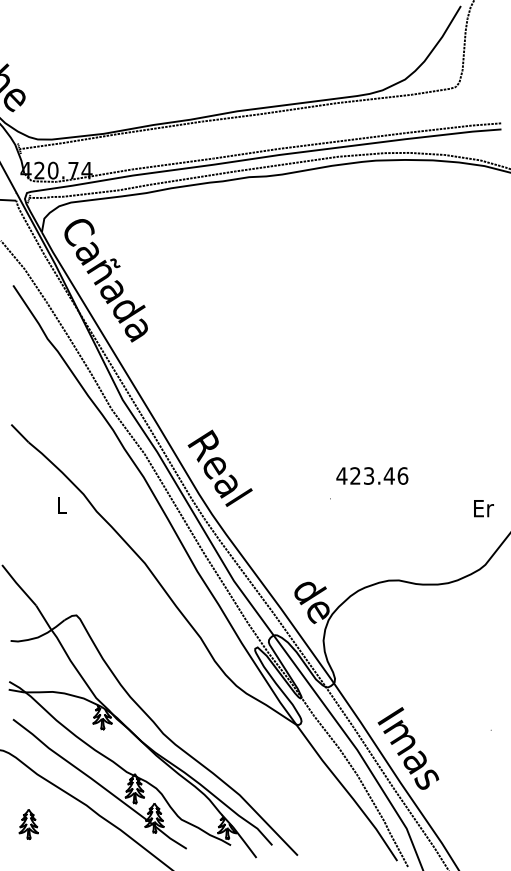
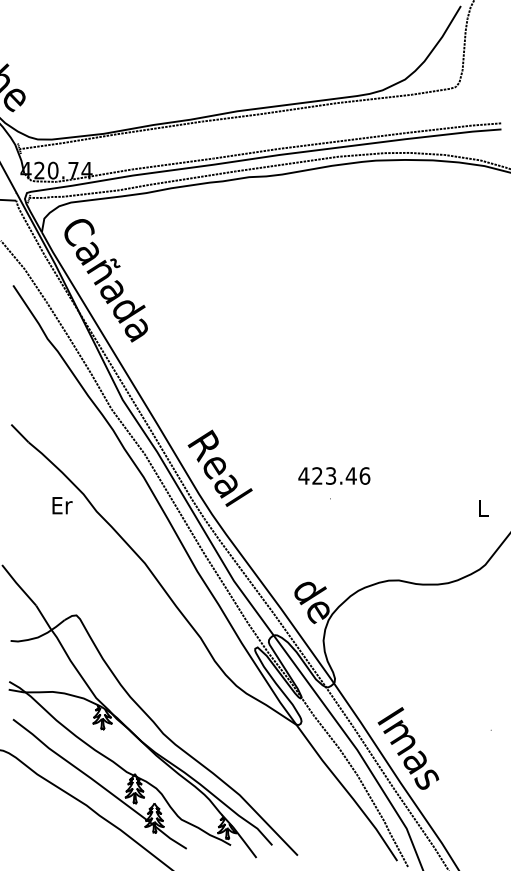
text at (372, 475) position: (372, 475) -> (334, 475)
text at (62, 505): L -> Er
text at (483, 508): Er -> L
part at (28, 824): present -> none
